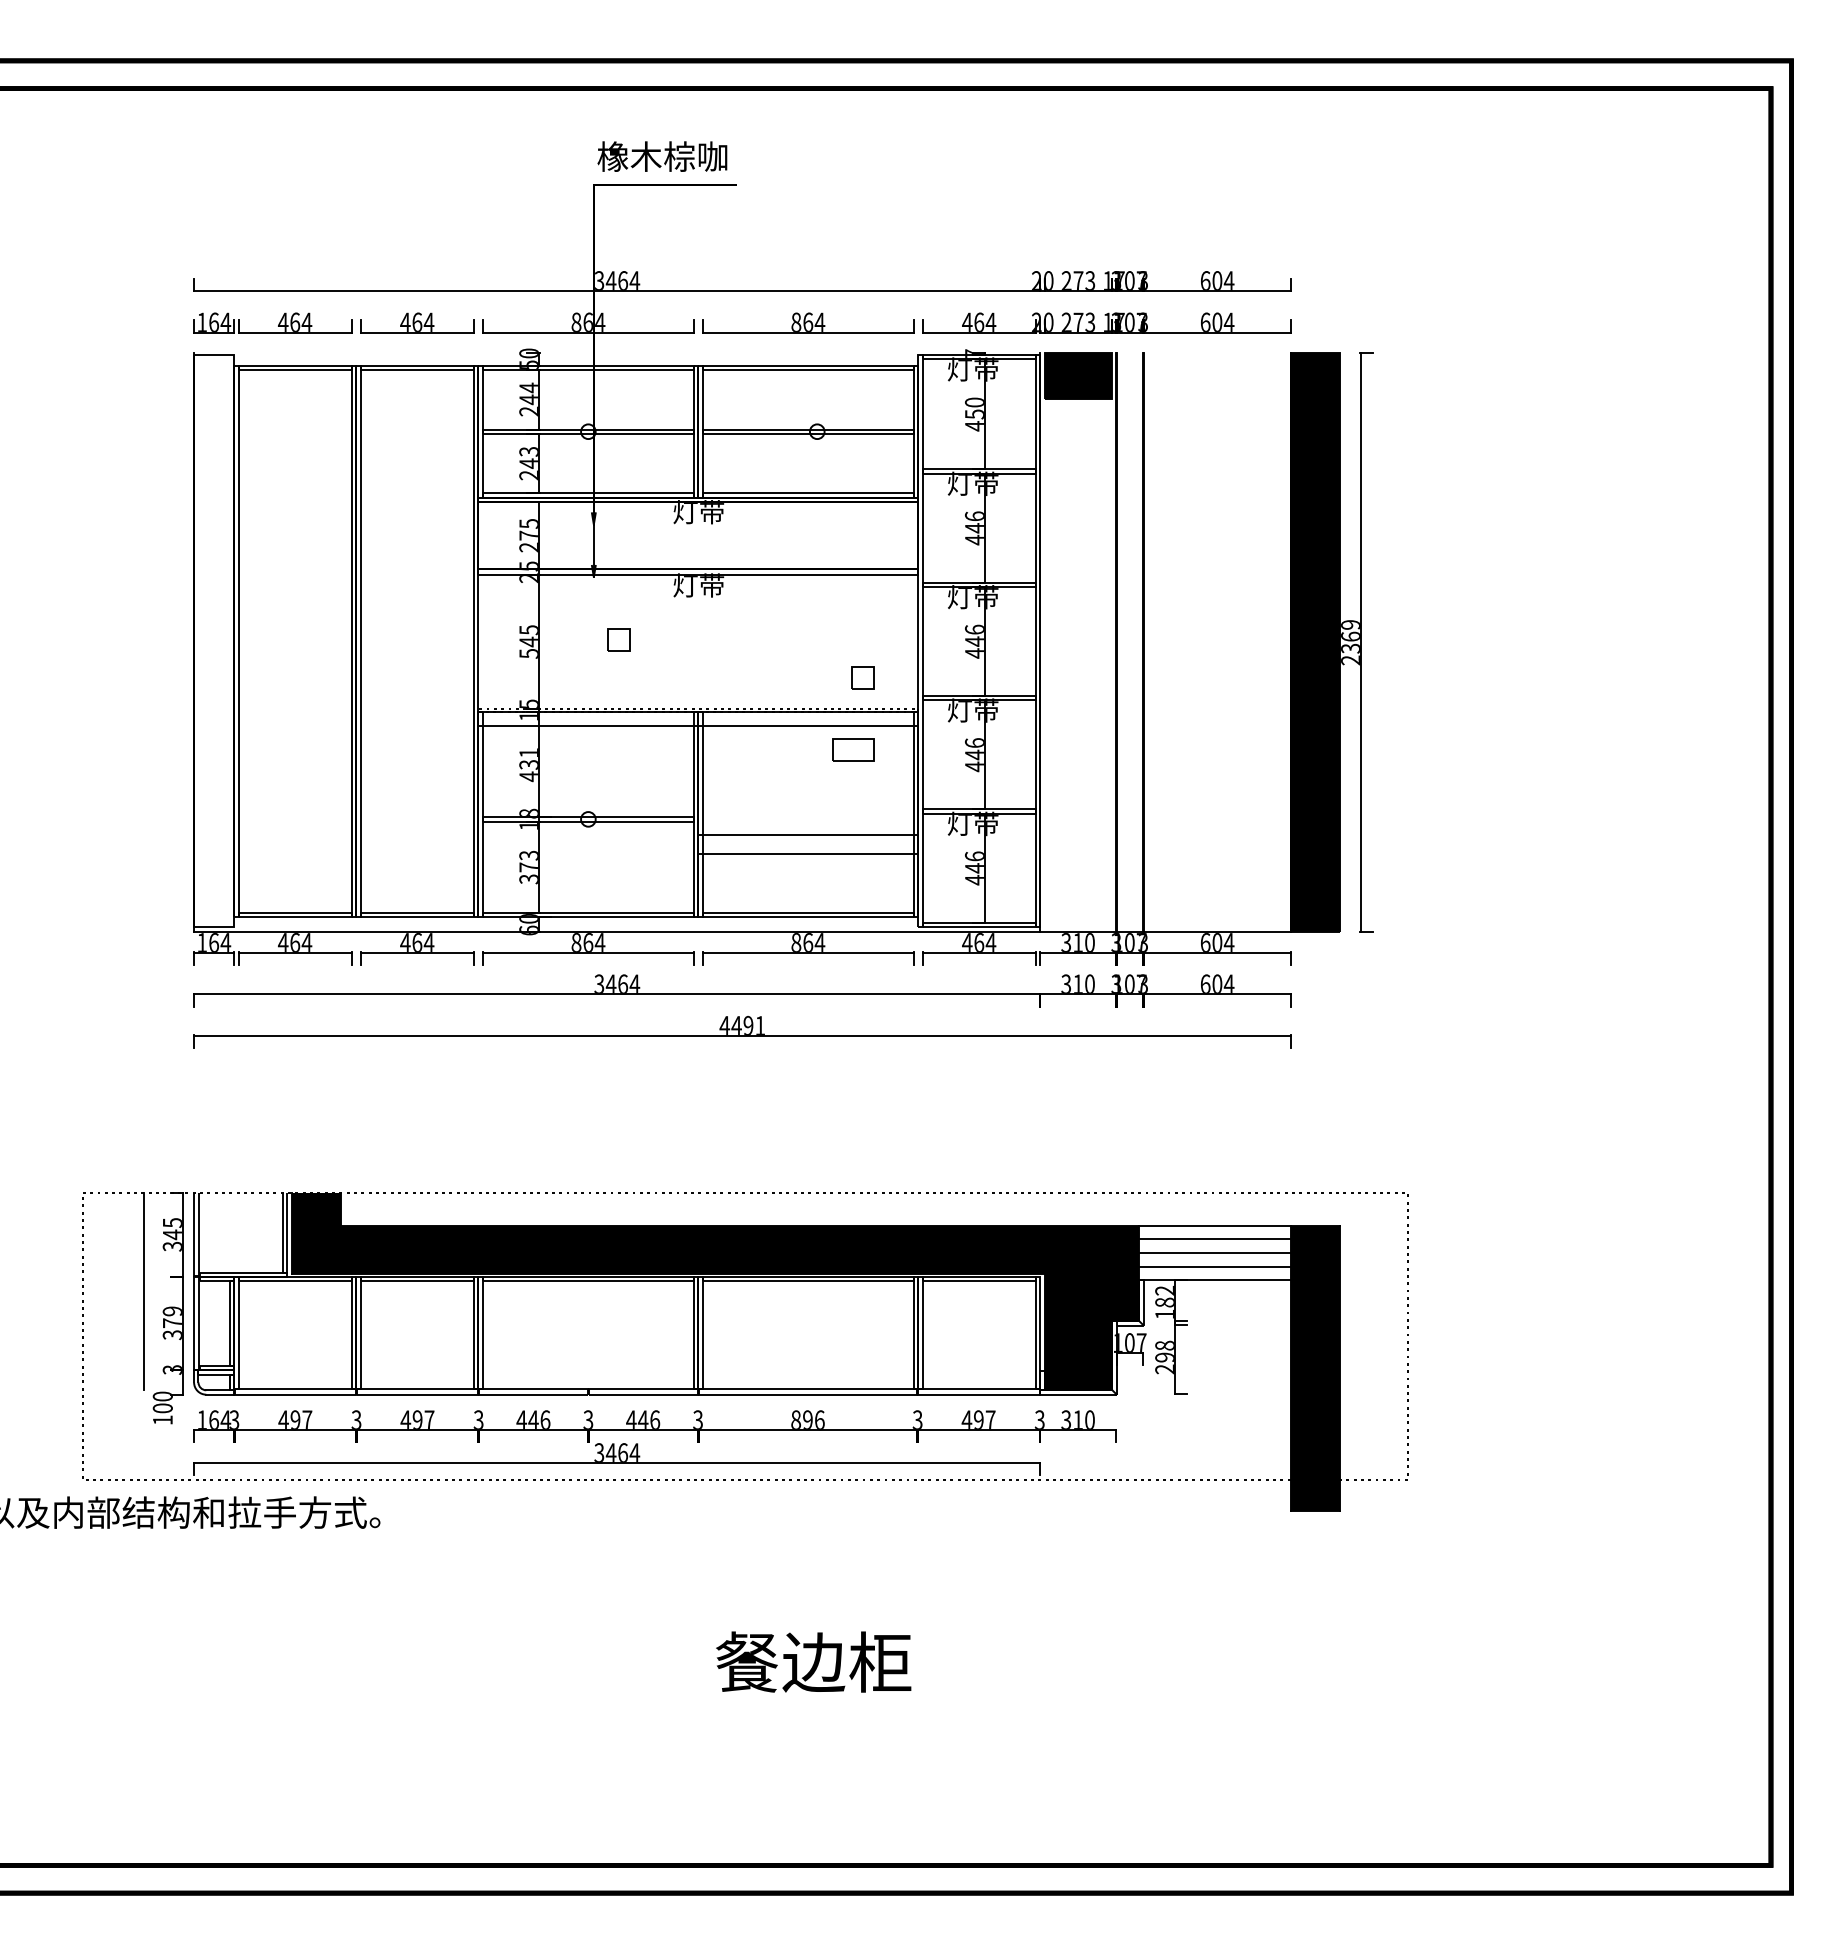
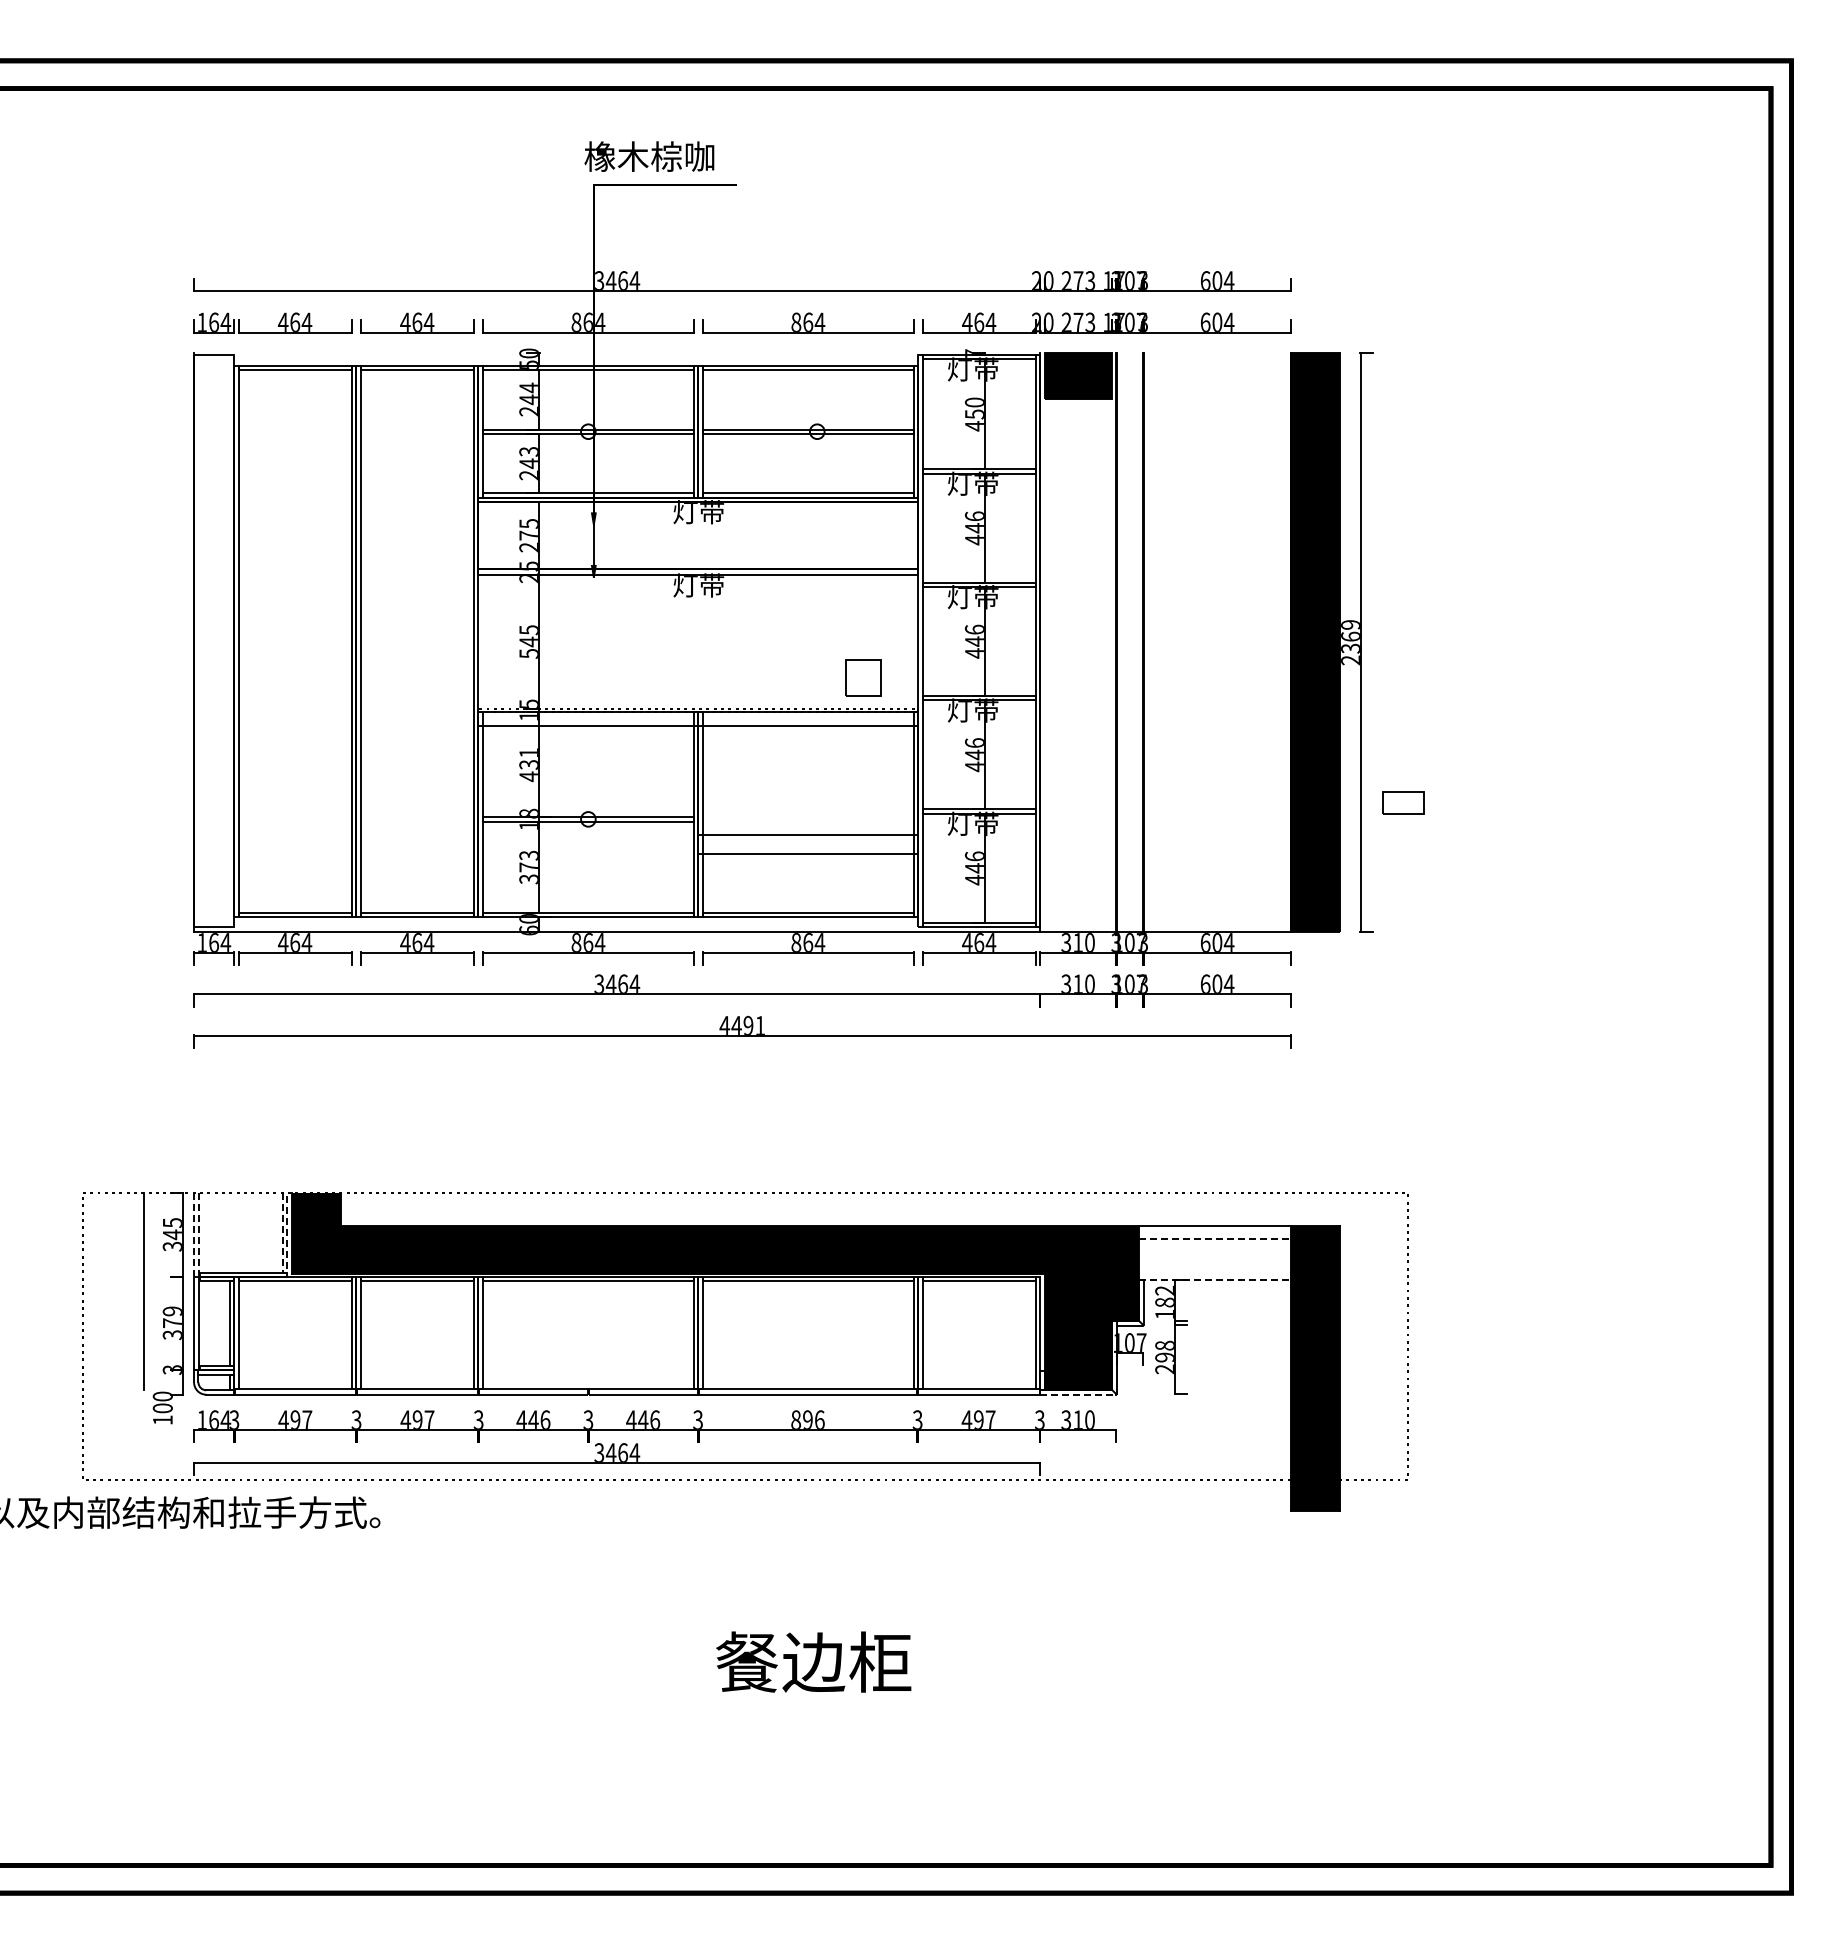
text at (662, 156) position: (662, 156) -> (649, 156)
part at (618, 639): present -> none
part at (862, 677) size: 24x24 px -> 37x38 px
part at (853, 749) position: (853, 749) -> (1403, 802)
line at (1215, 1239): solid -> dashed
line at (1214, 1252): present -> none
line at (1214, 1266): present -> none
line at (285, 1272): solid -> dashed
line at (196, 1276): solid -> dashed
line at (1215, 1280): solid -> dashed
line at (1078, 1394): solid -> dashed
